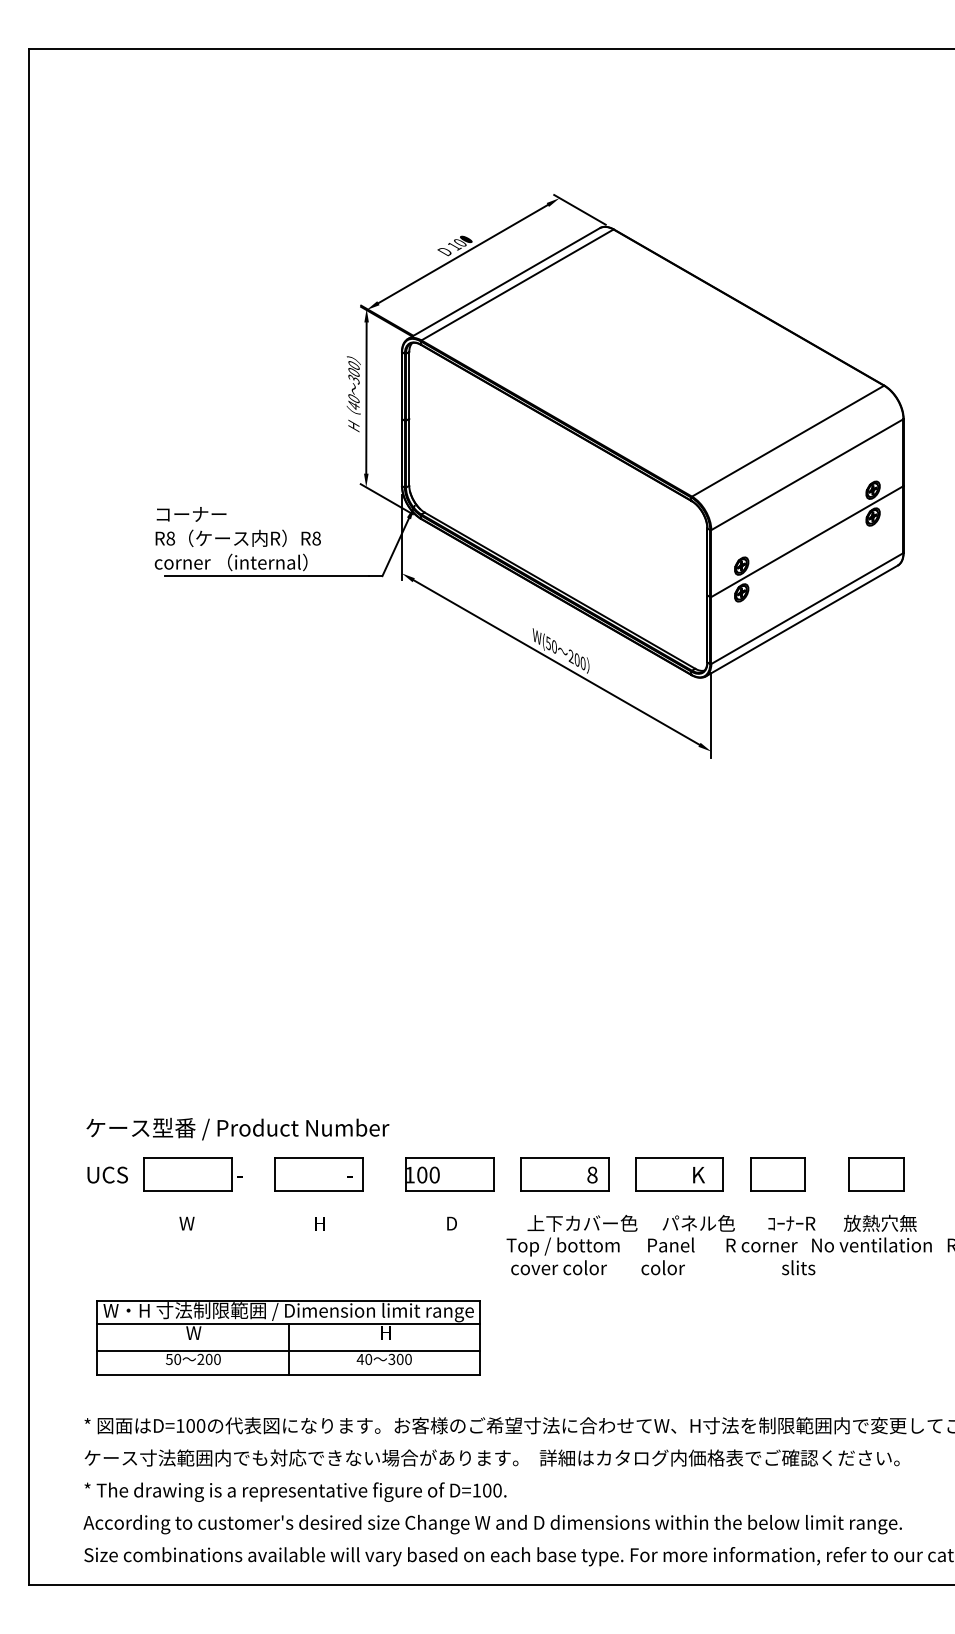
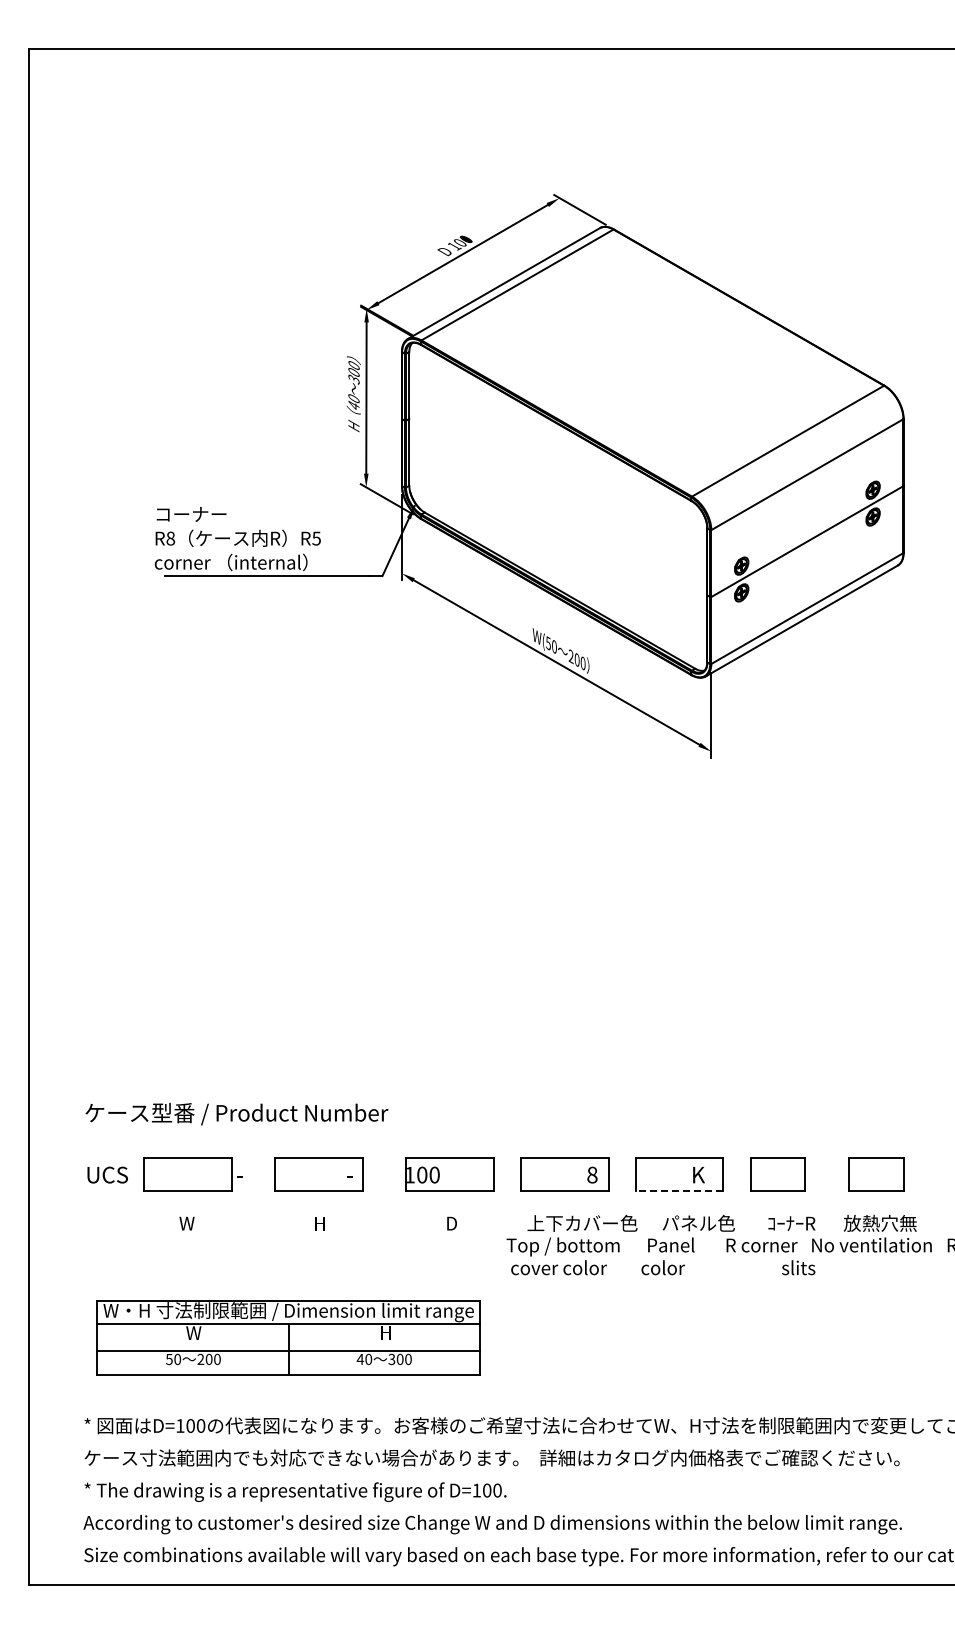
text at (316, 538): R8 -> R5
text at (237, 1128) position: (237, 1128) -> (236, 1113)
line at (679, 1190): solid -> dashed
